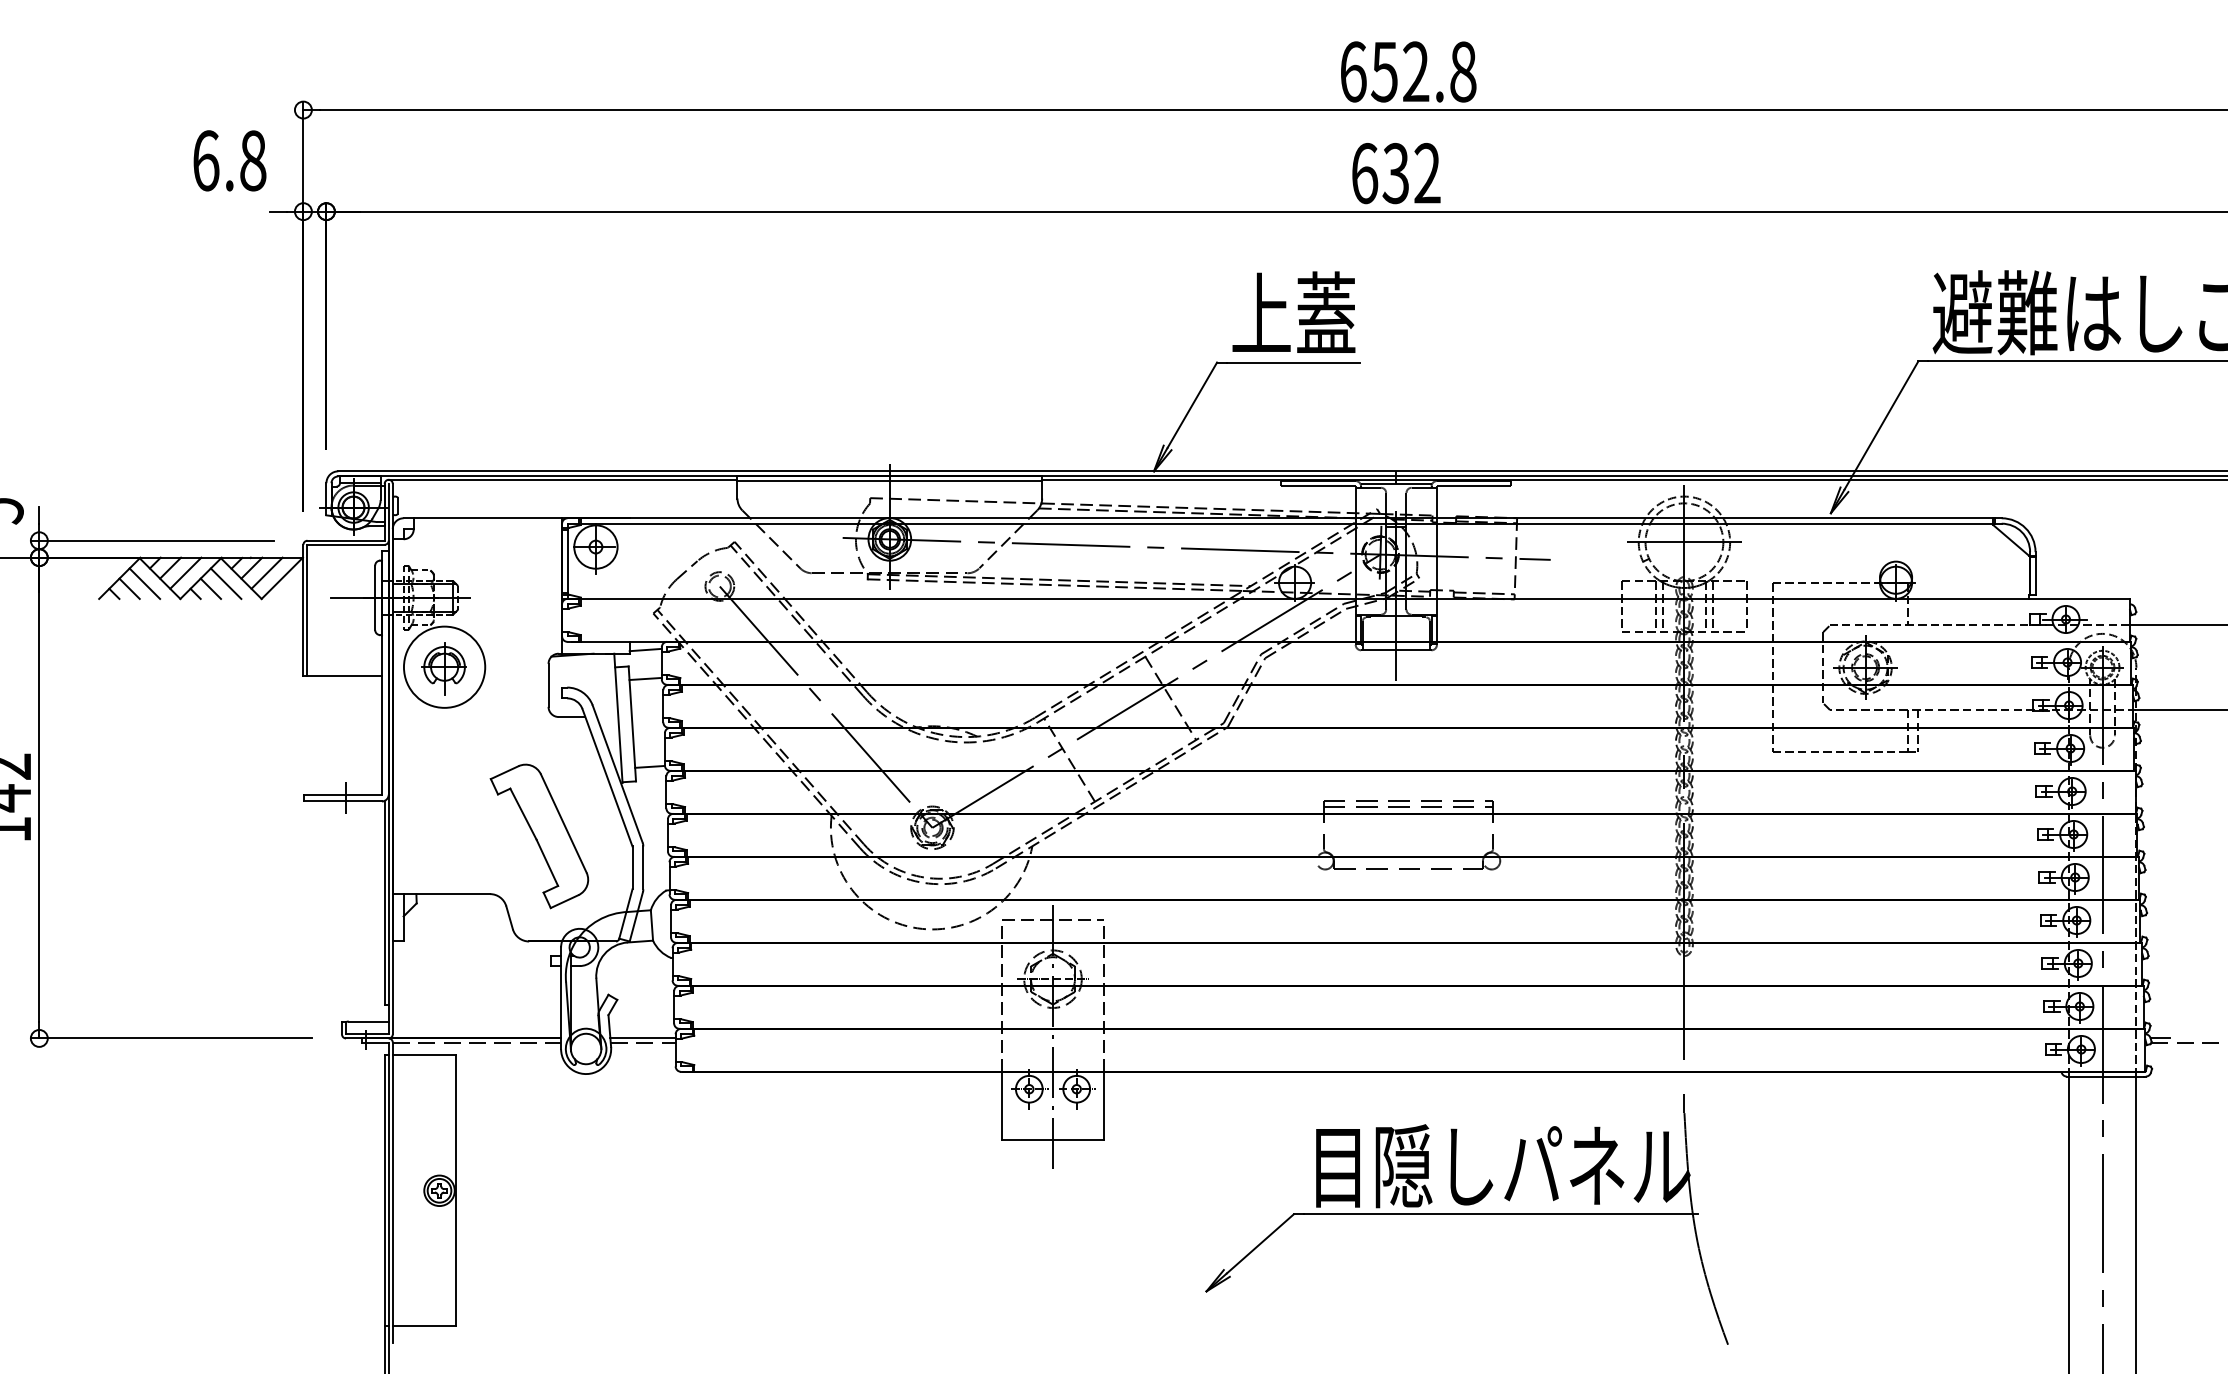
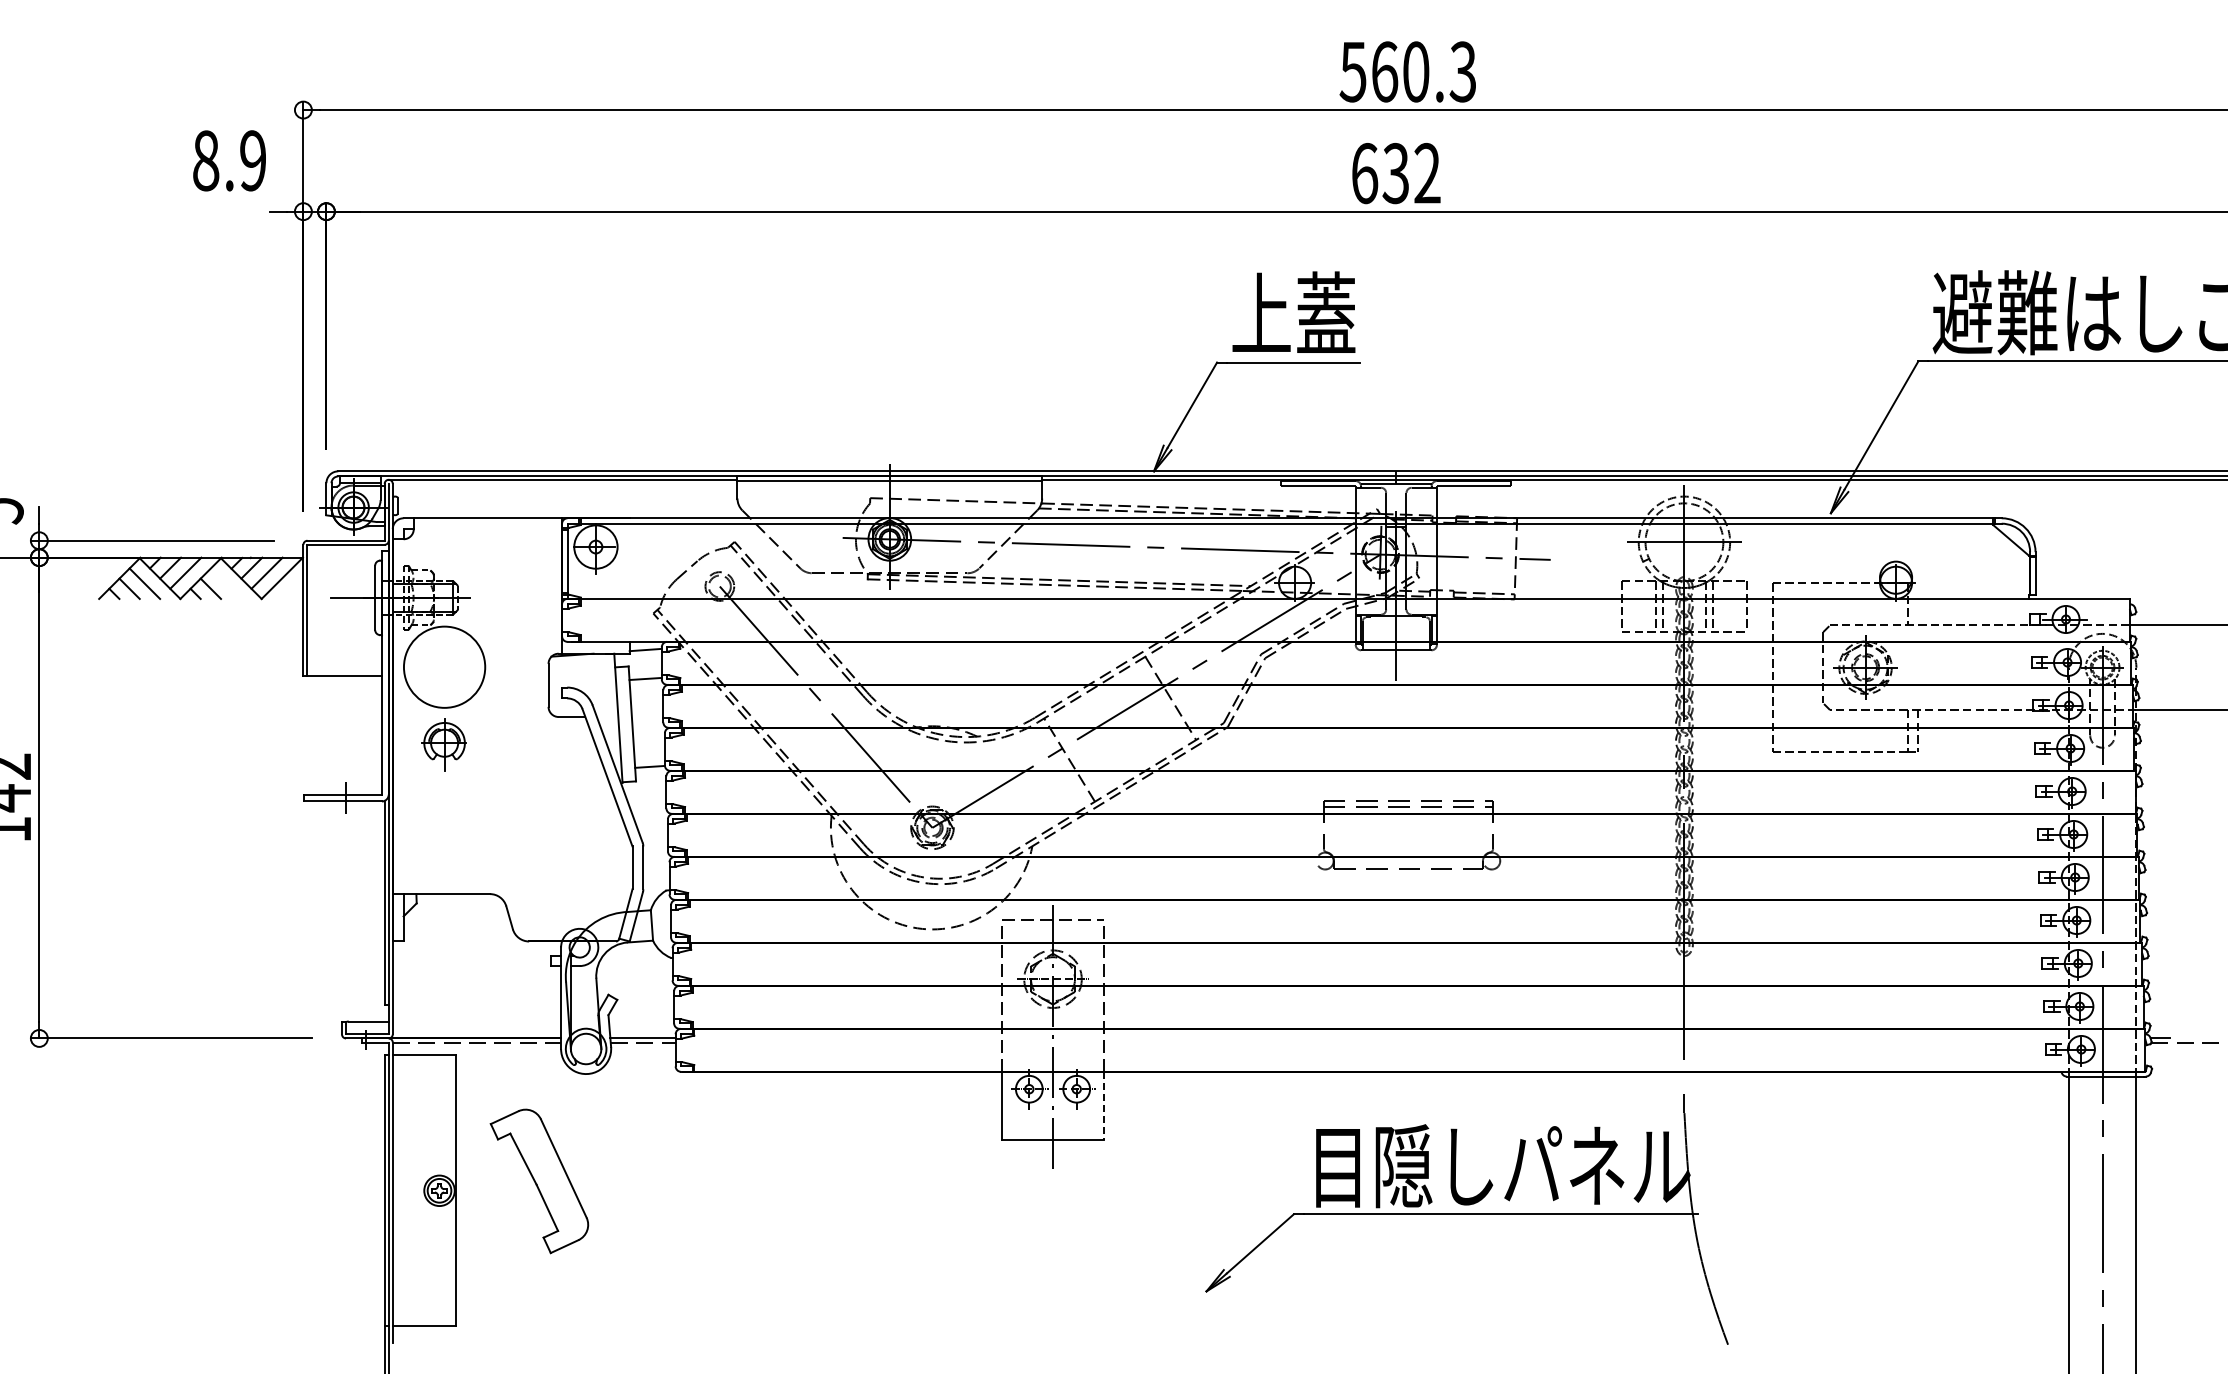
text at (1407, 71): 652.8 -> 560.3
text at (229, 160): 6.8 -> 8.9
line at (225, 583): present -> none
part at (443, 668) position: (443, 668) -> (443, 744)
part at (539, 836) position: (539, 836) -> (539, 1181)
line at (1103, 1106): solid -> dashed
